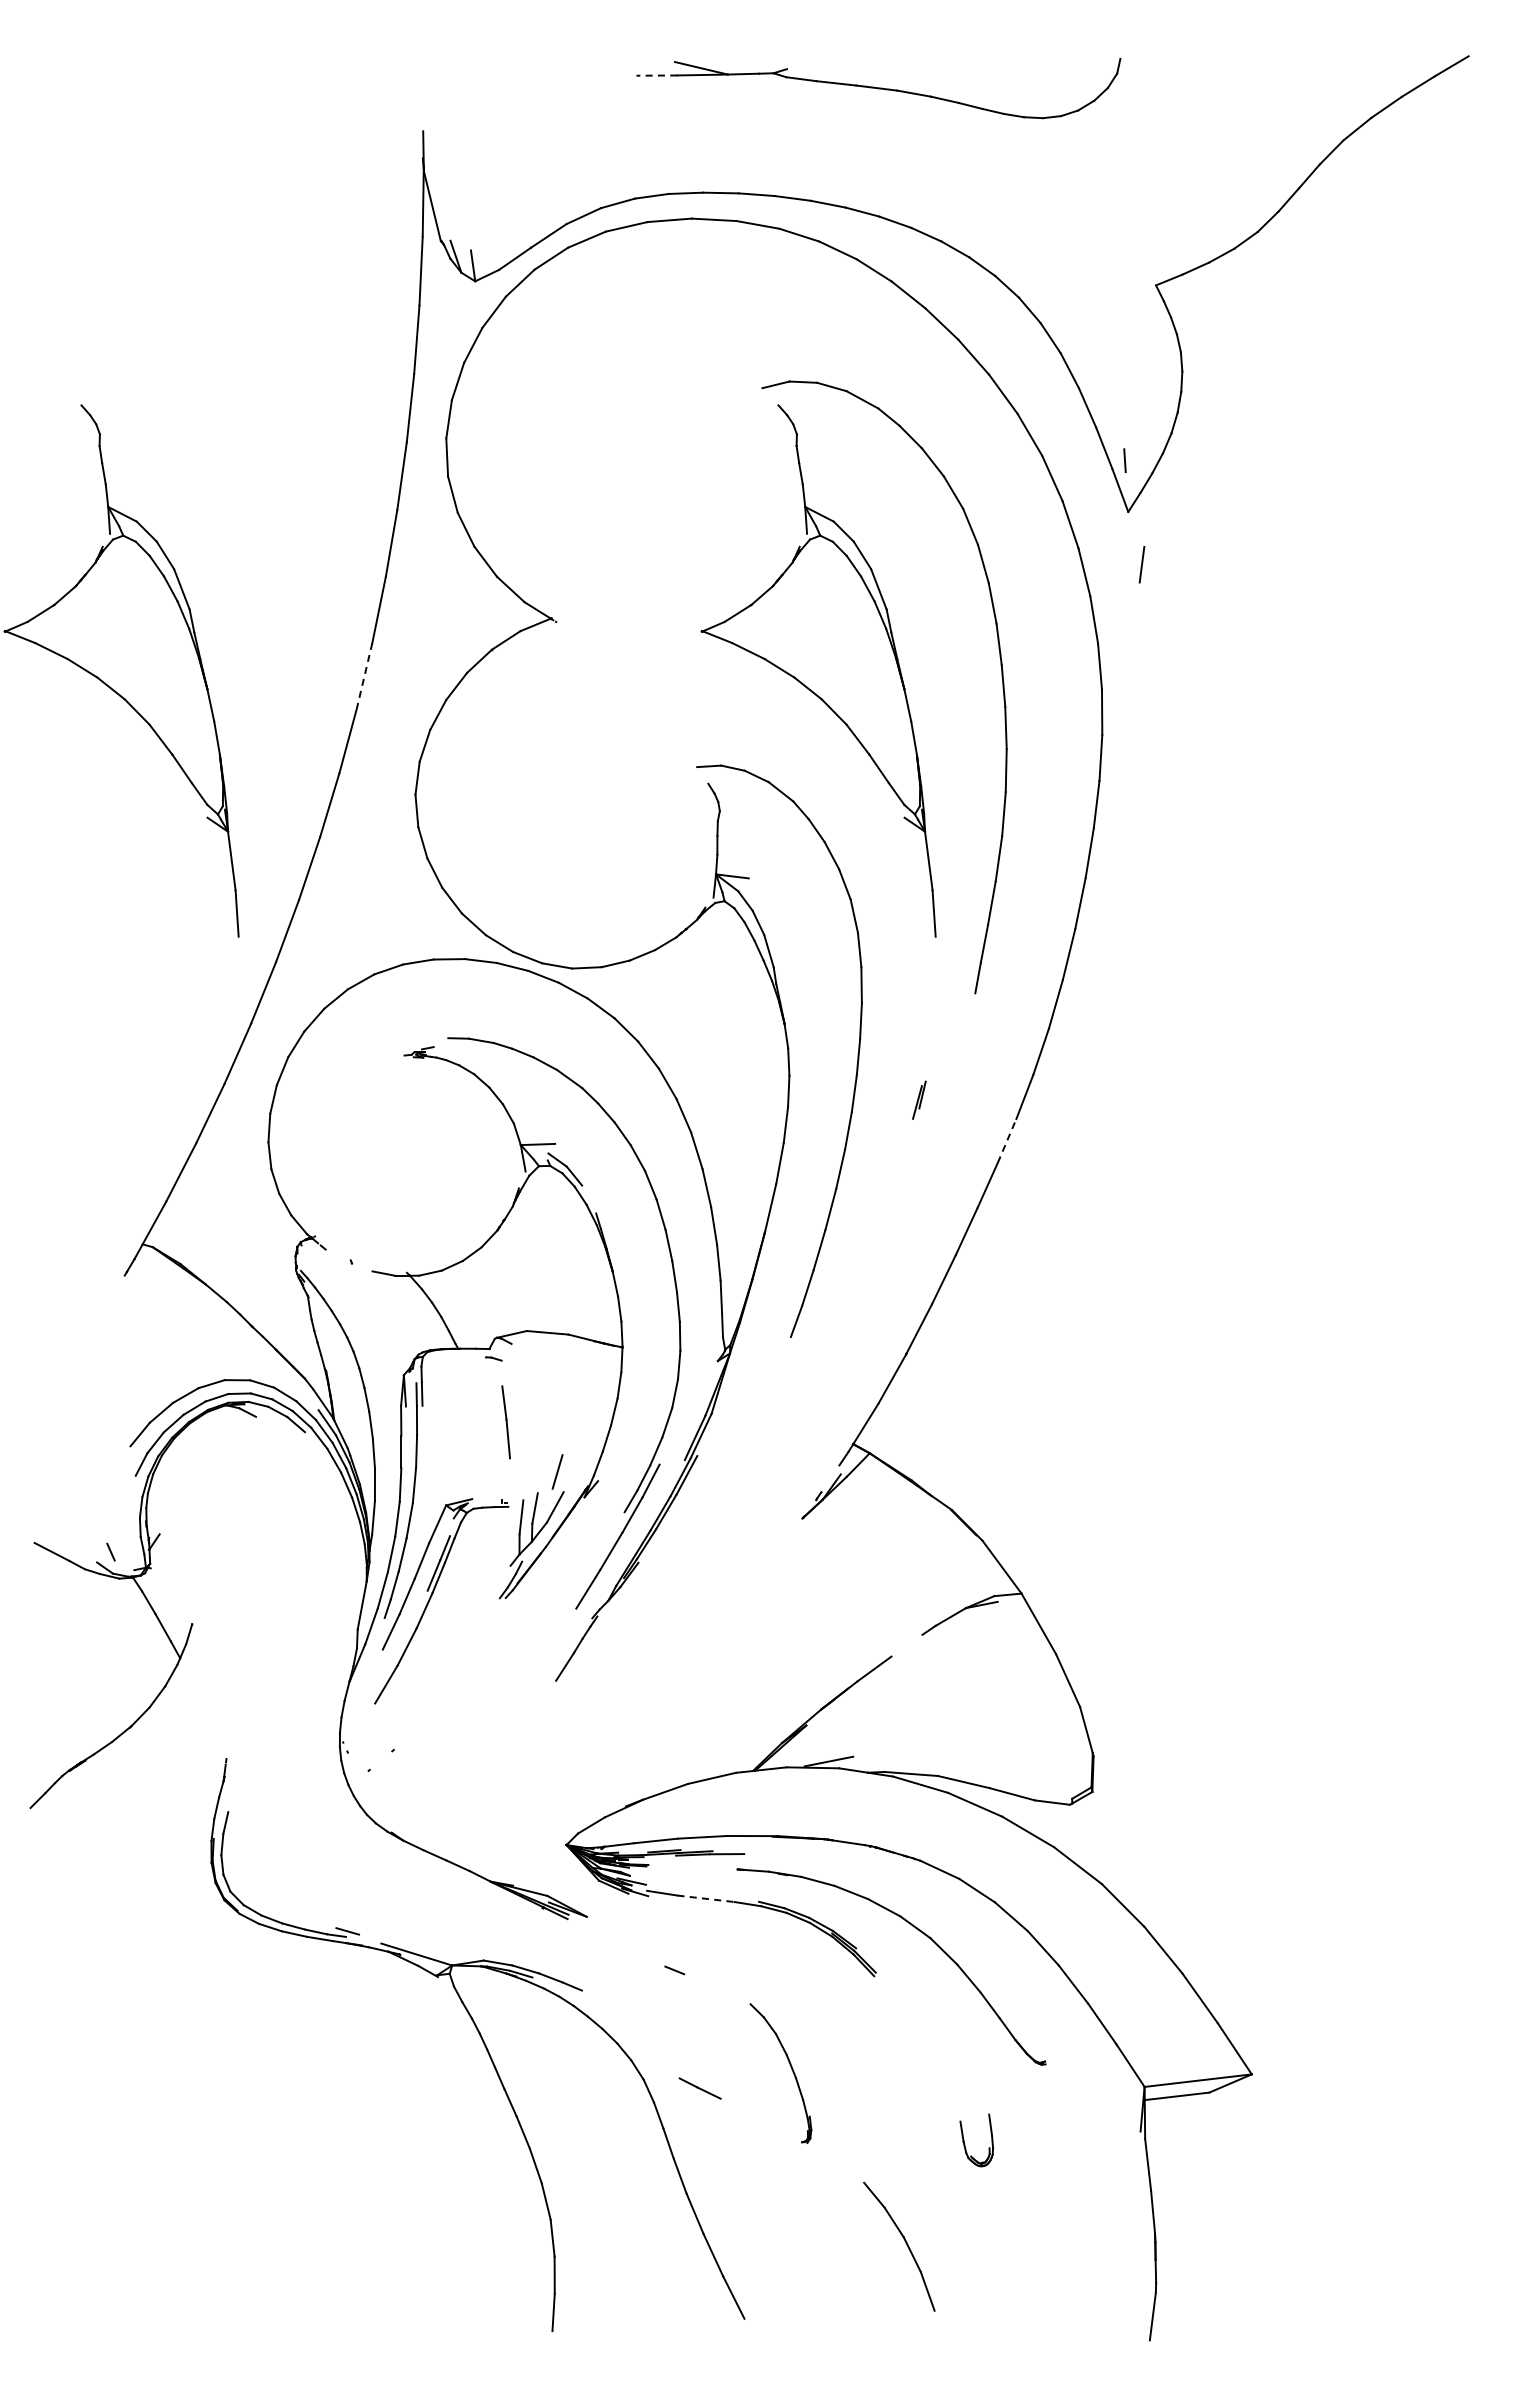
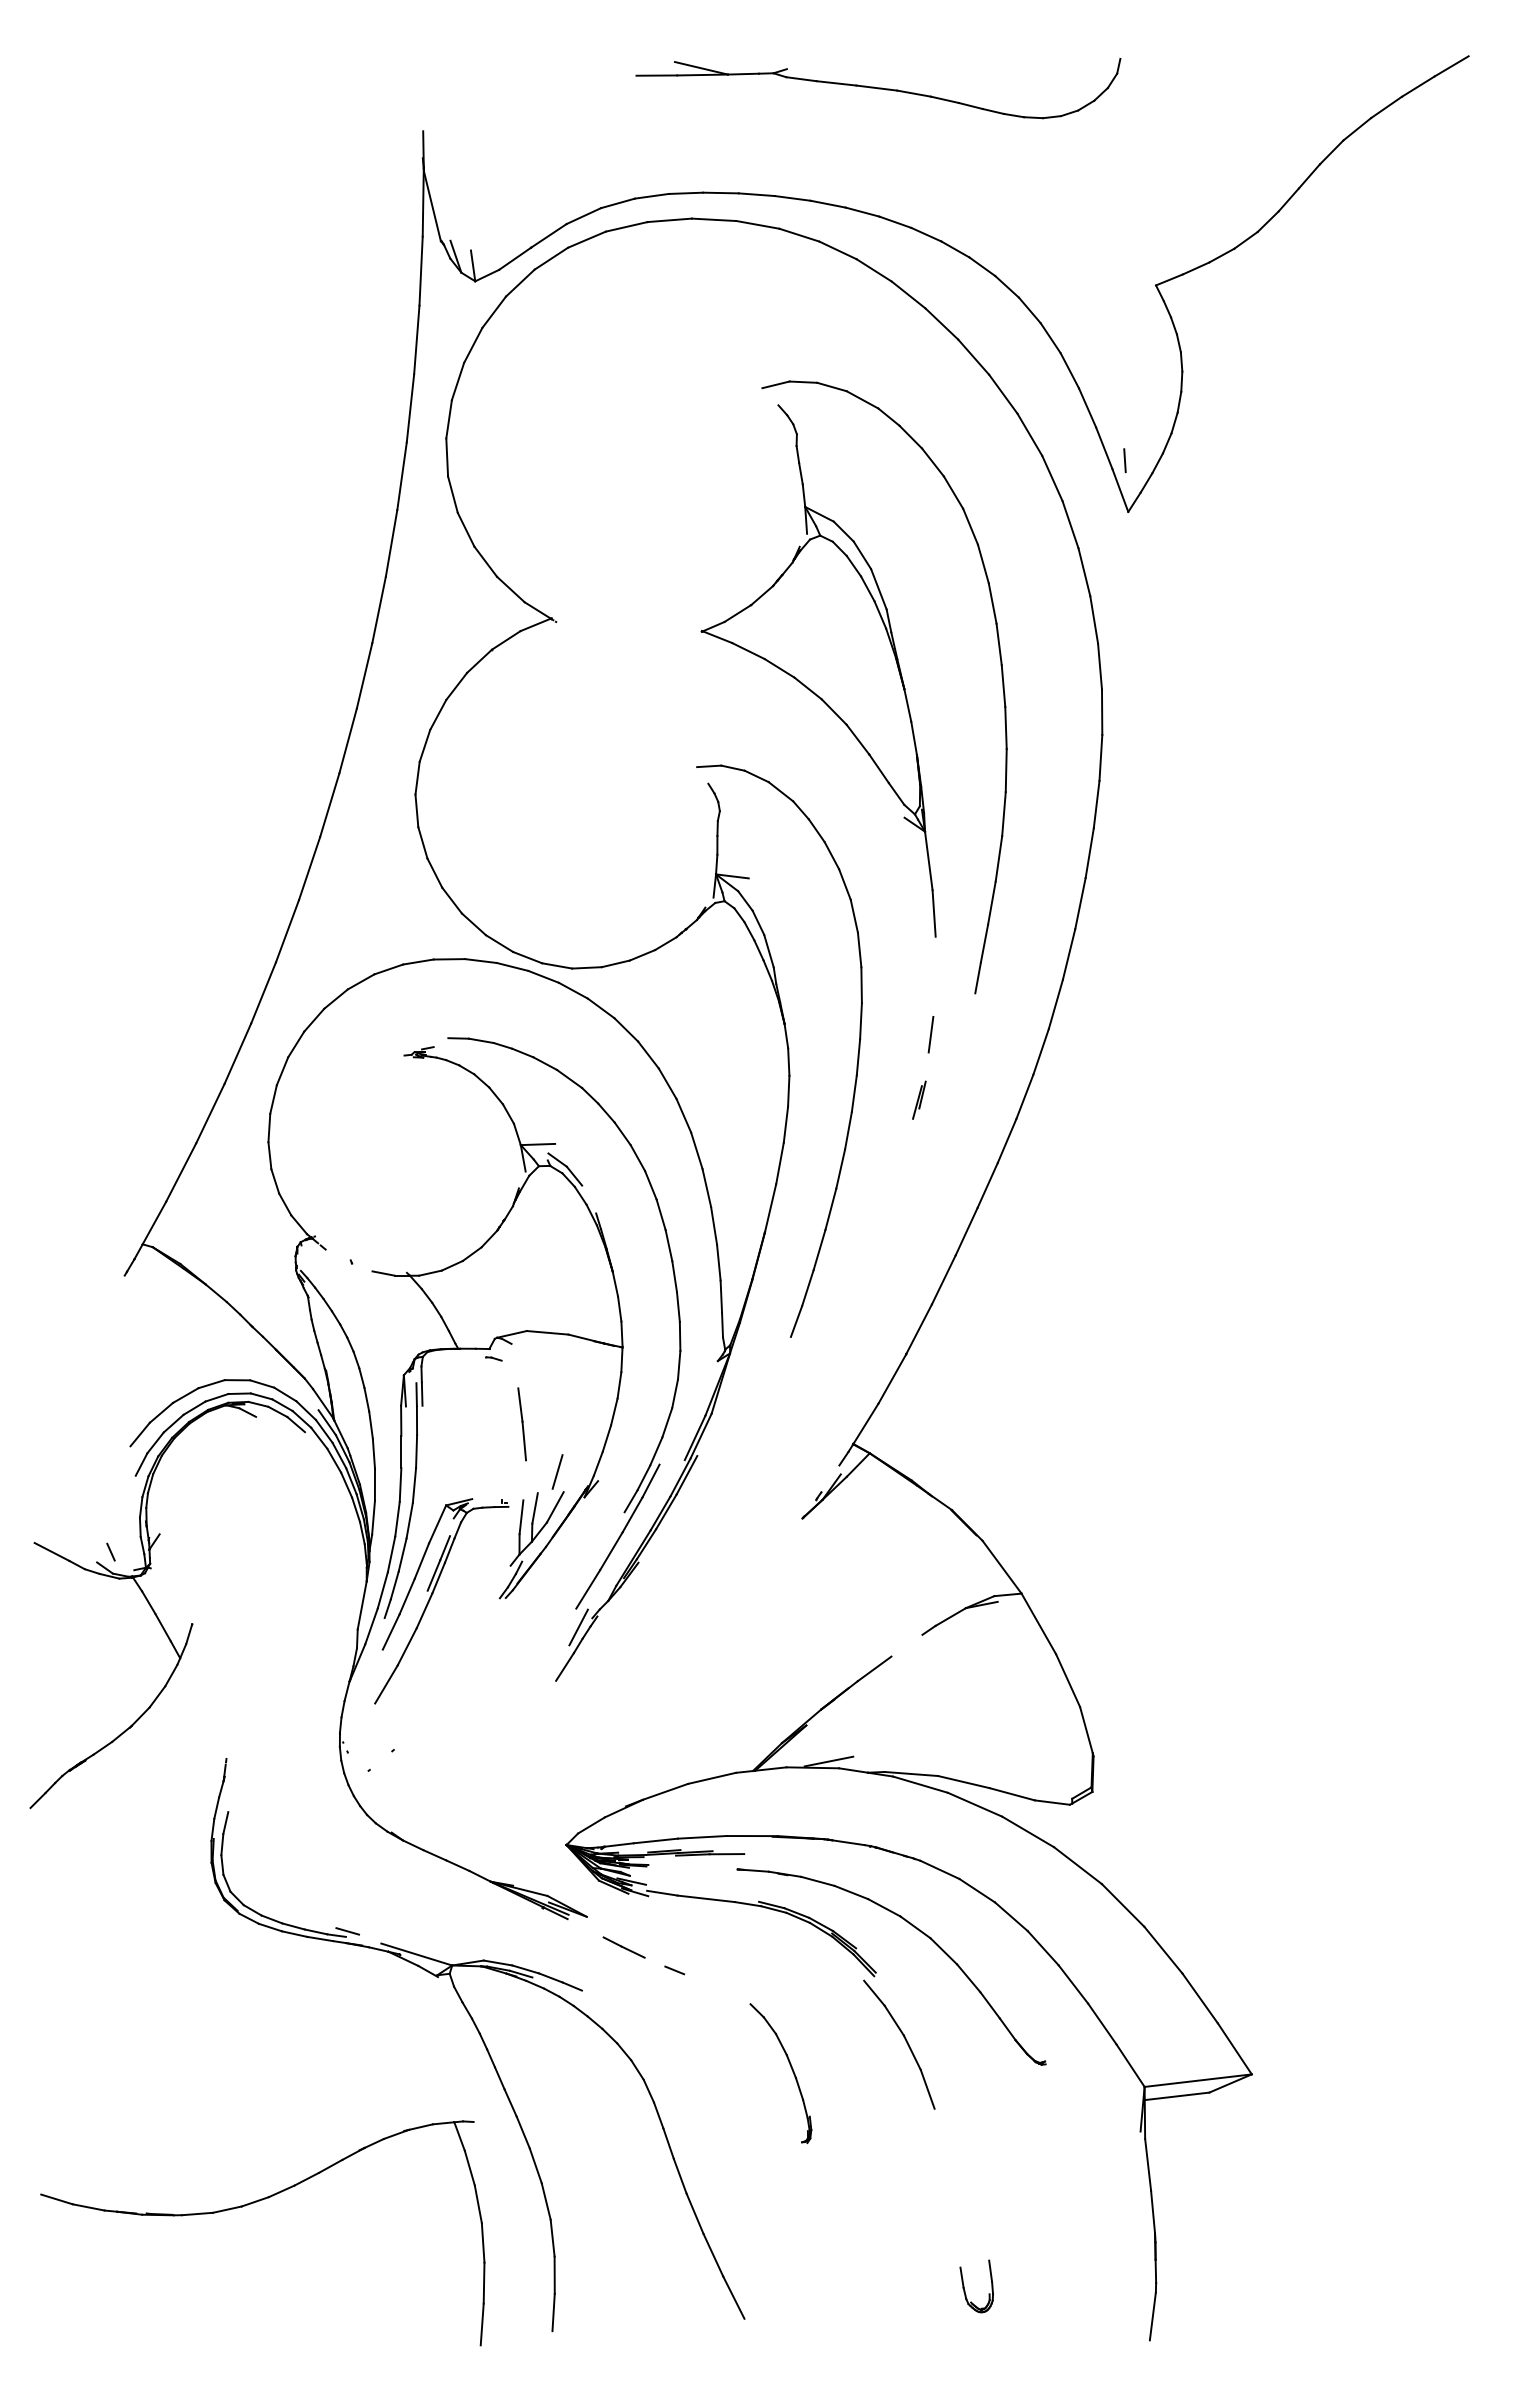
line at (656, 75): dashed -> solid
line at (1141, 564) position: (1141, 564) -> (930, 1034)
part at (121, 670): present -> none
line at (364, 675): dashed -> solid
line at (1007, 1141): dashed -> solid
line at (505, 1422) position: (505, 1422) -> (521, 1424)
line at (578, 1627): none -> present
line at (706, 1898): dashed -> solid
line at (699, 2088) position: (699, 2088) -> (623, 1947)
part at (965, 2144) position: (965, 2144) -> (965, 2290)
part at (251, 2204): none -> present
part at (905, 2243) position: (905, 2243) -> (905, 2041)
